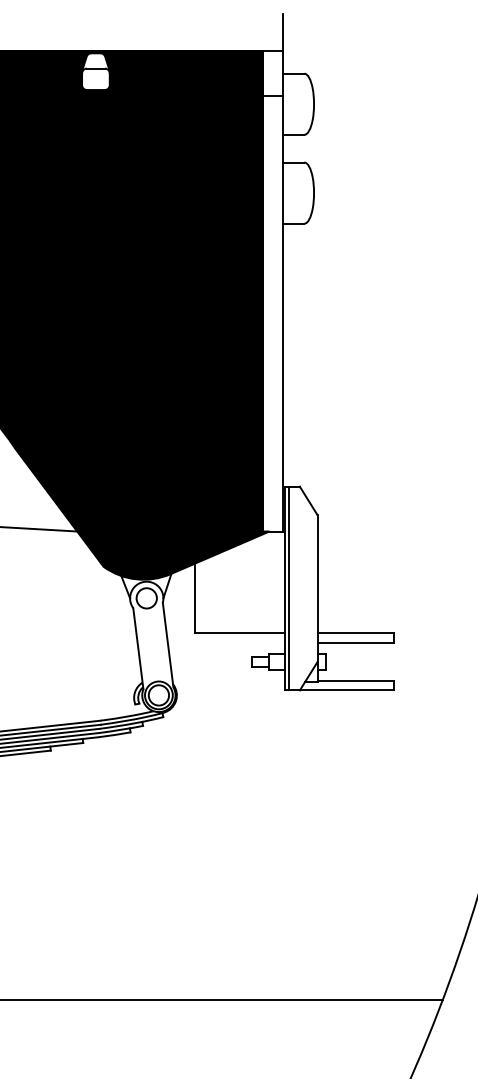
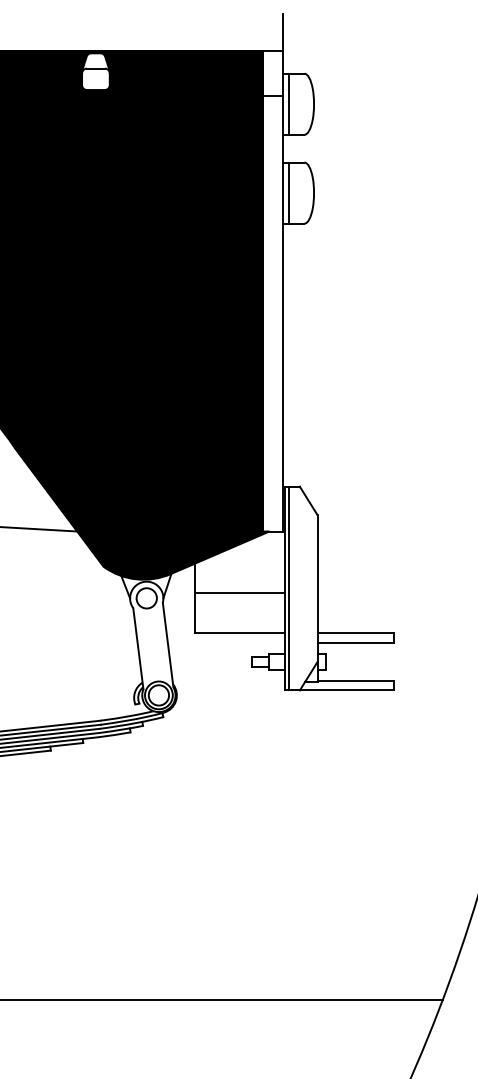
line at (288, 103): none -> present
line at (288, 192): none -> present
line at (240, 592): none -> present
